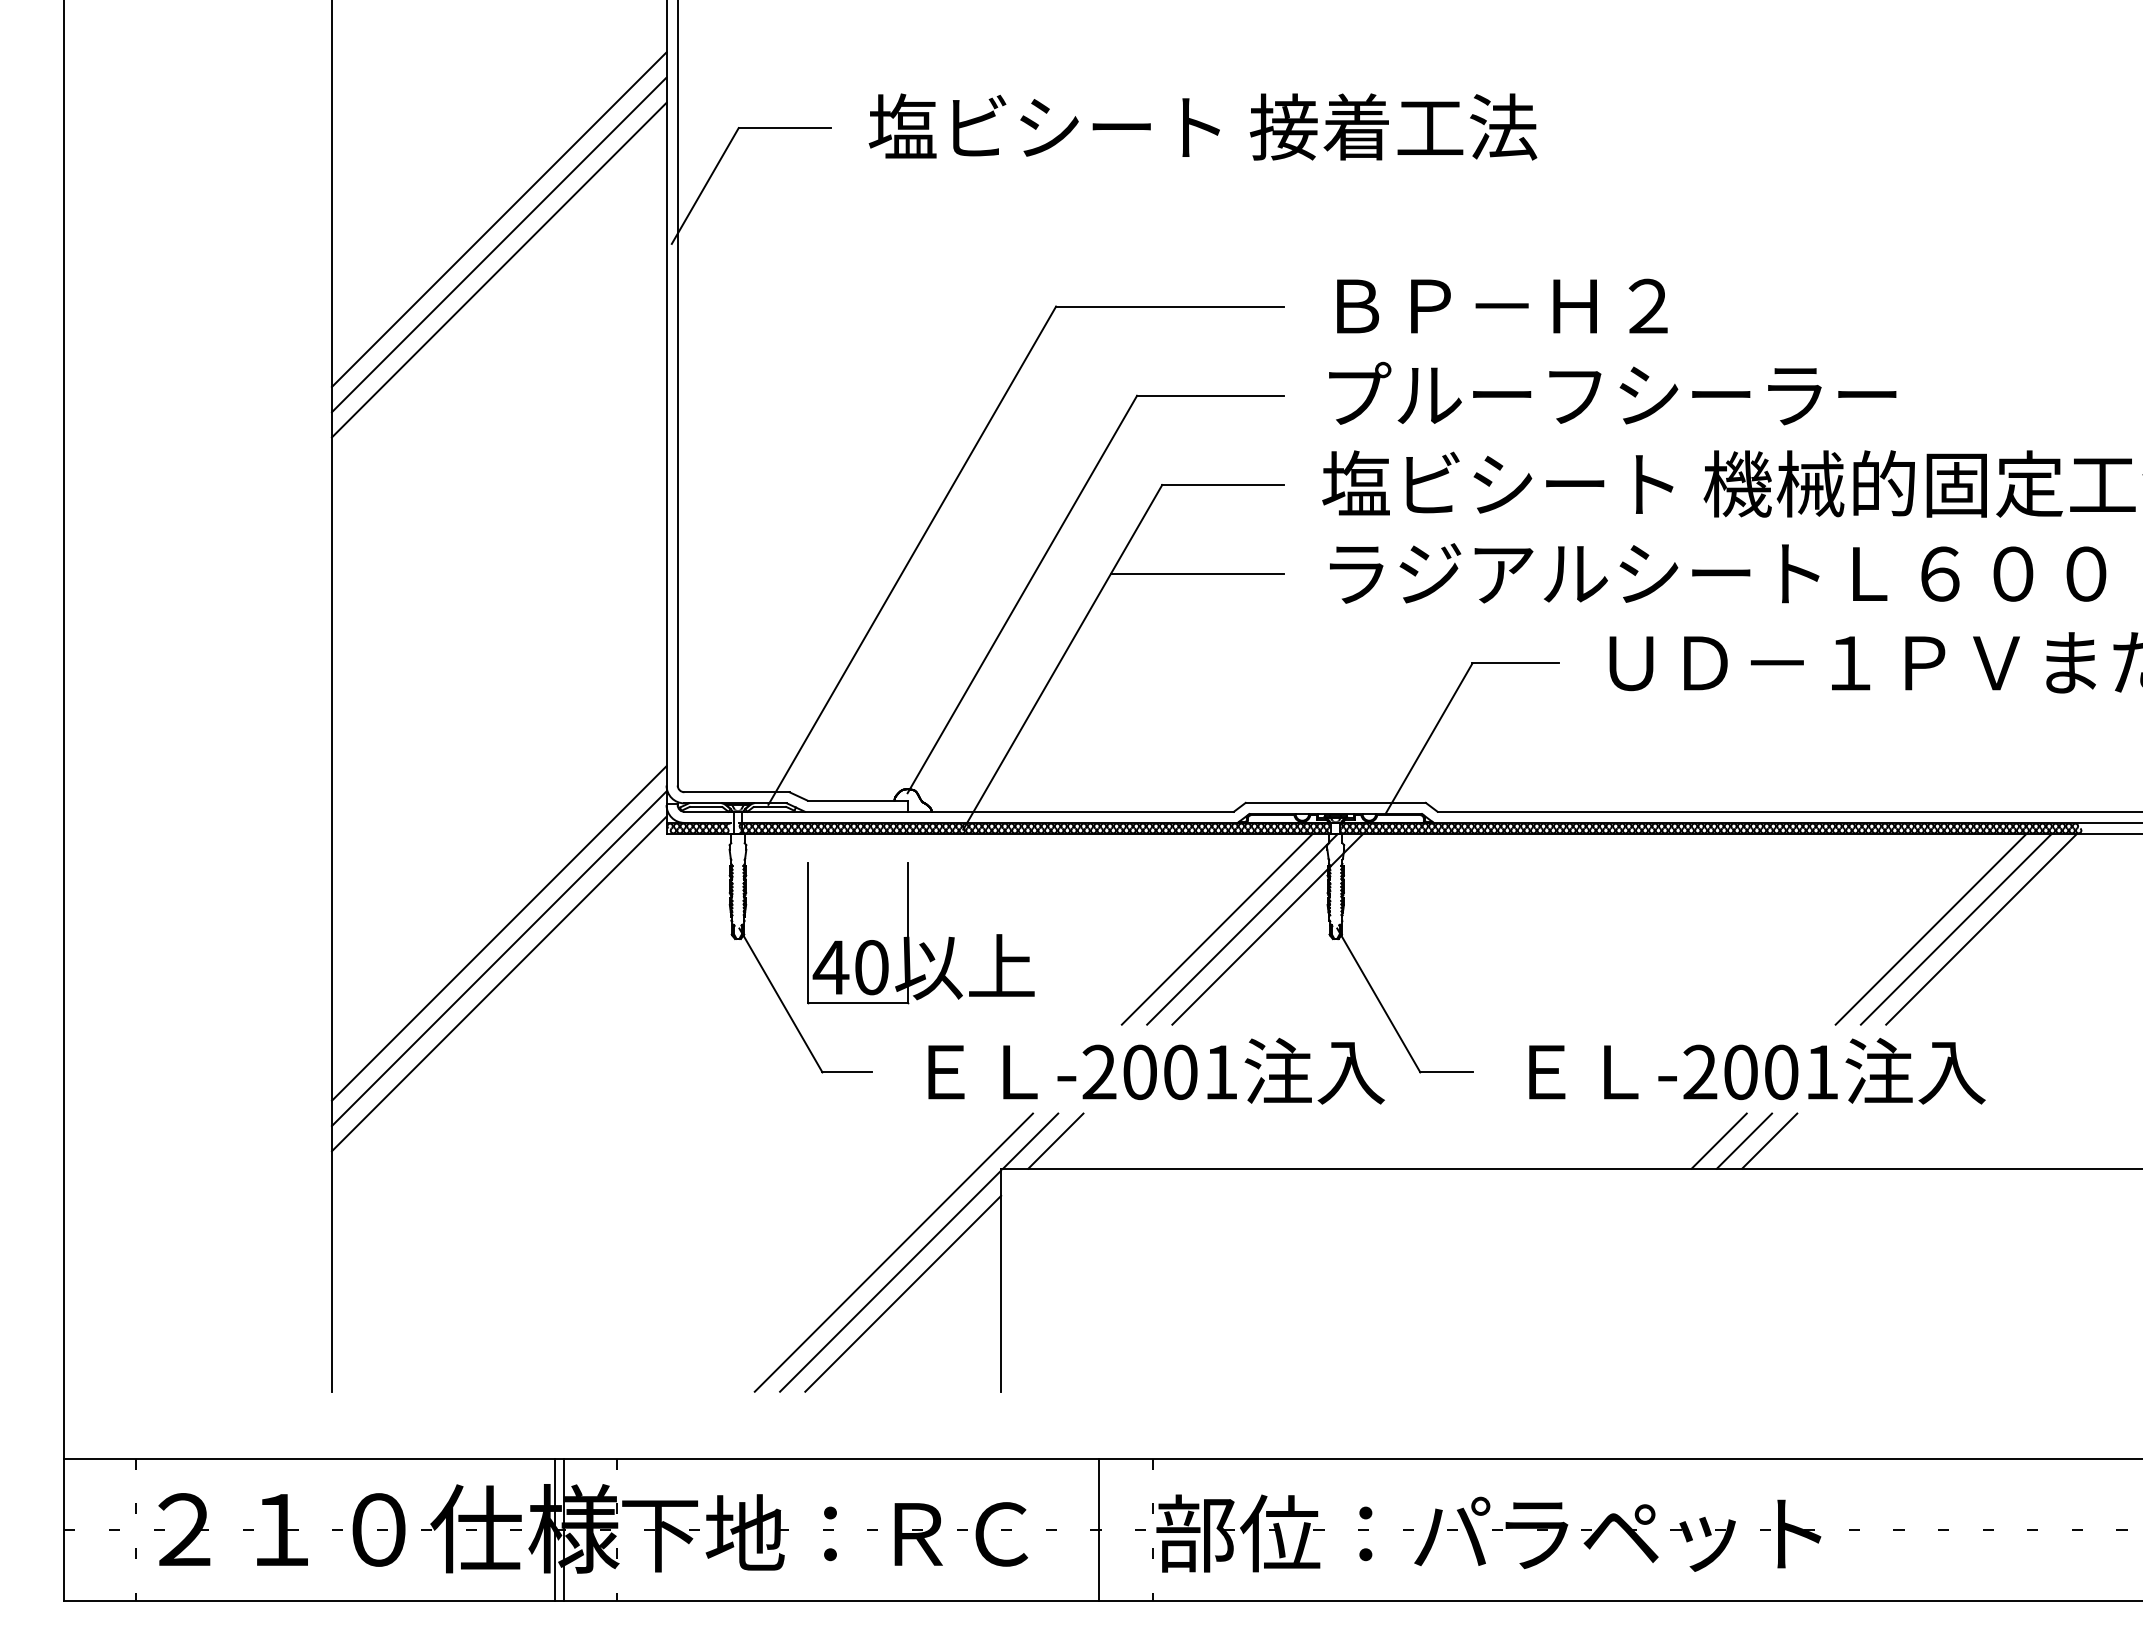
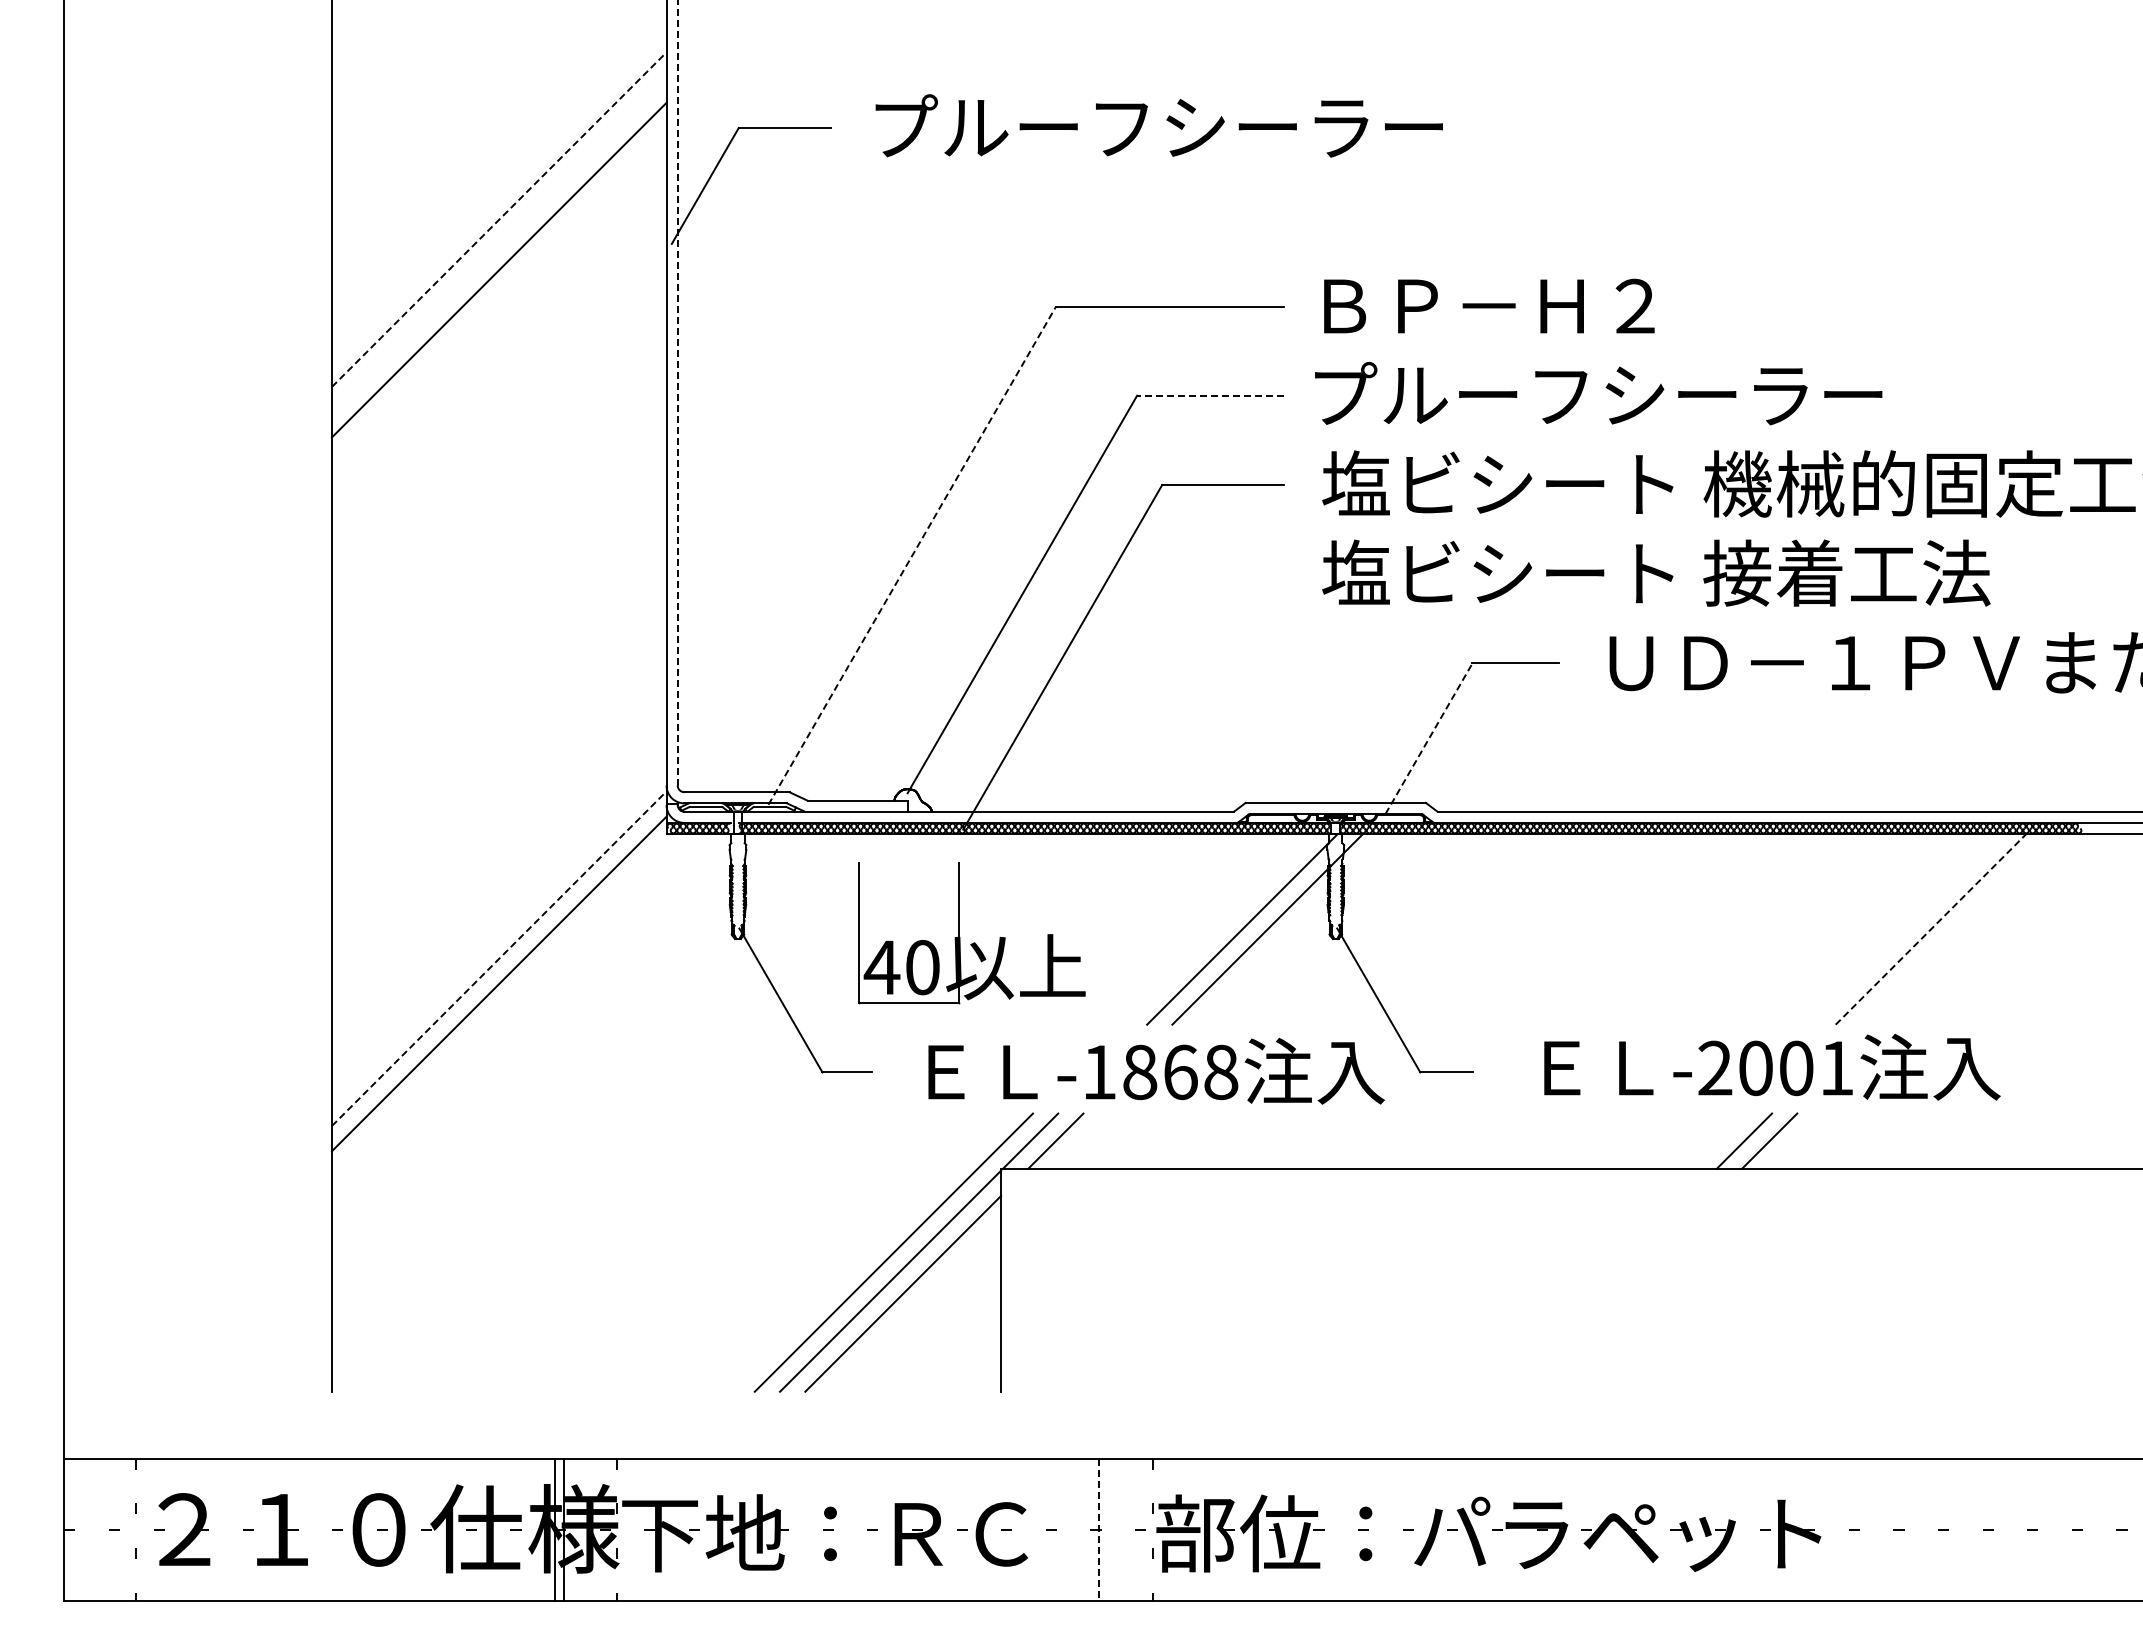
text at (1202, 126): 塩ビシート 接着工法 -> プルーフシーラー
line at (499, 219): solid -> dashed
line at (498, 244): present -> none
text at (1502, 305) position: (1502, 305) -> (1489, 305)
line at (677, 392): solid -> dashed
text at (1612, 393) position: (1612, 393) -> (1598, 393)
line at (1210, 395): solid -> dashed
line at (912, 555): solid -> dashed
text at (1714, 572): ラジアルシートＬ６００ -> 塩ビシート 接着工法
line at (1196, 574): present -> none
line at (1429, 738): solid -> dashed
line at (1216, 929): present -> none
line at (1931, 929): solid -> dashed
line at (1955, 929): present -> none
line at (1981, 929): present -> none
line at (498, 933): present -> none
part at (922, 942) position: (922, 942) -> (973, 942)
line at (499, 958): solid -> dashed
text at (1757, 1071) position: (1757, 1071) -> (1772, 1067)
text at (1160, 1072): -2001 -> -1868
line at (1718, 1140): present -> none
line at (1099, 1530): solid -> dashed
